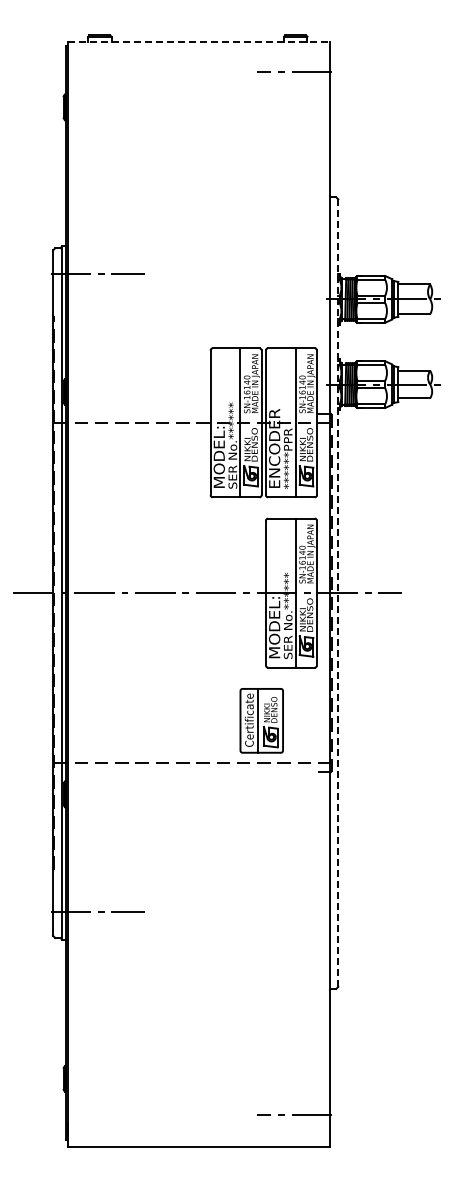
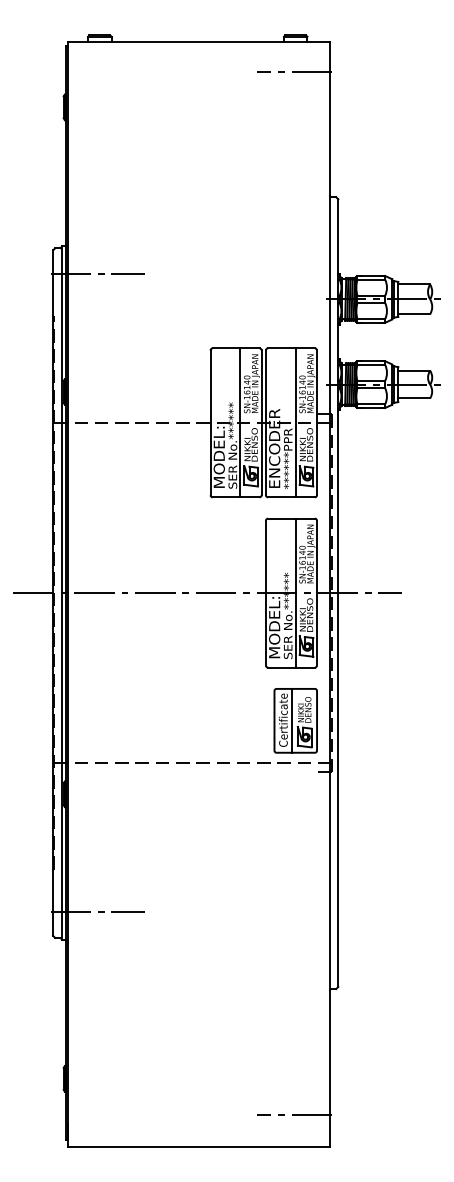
line at (199, 42): dashed -> solid
line at (338, 593): dashed -> solid
part at (261, 720) position: (261, 720) -> (295, 720)
